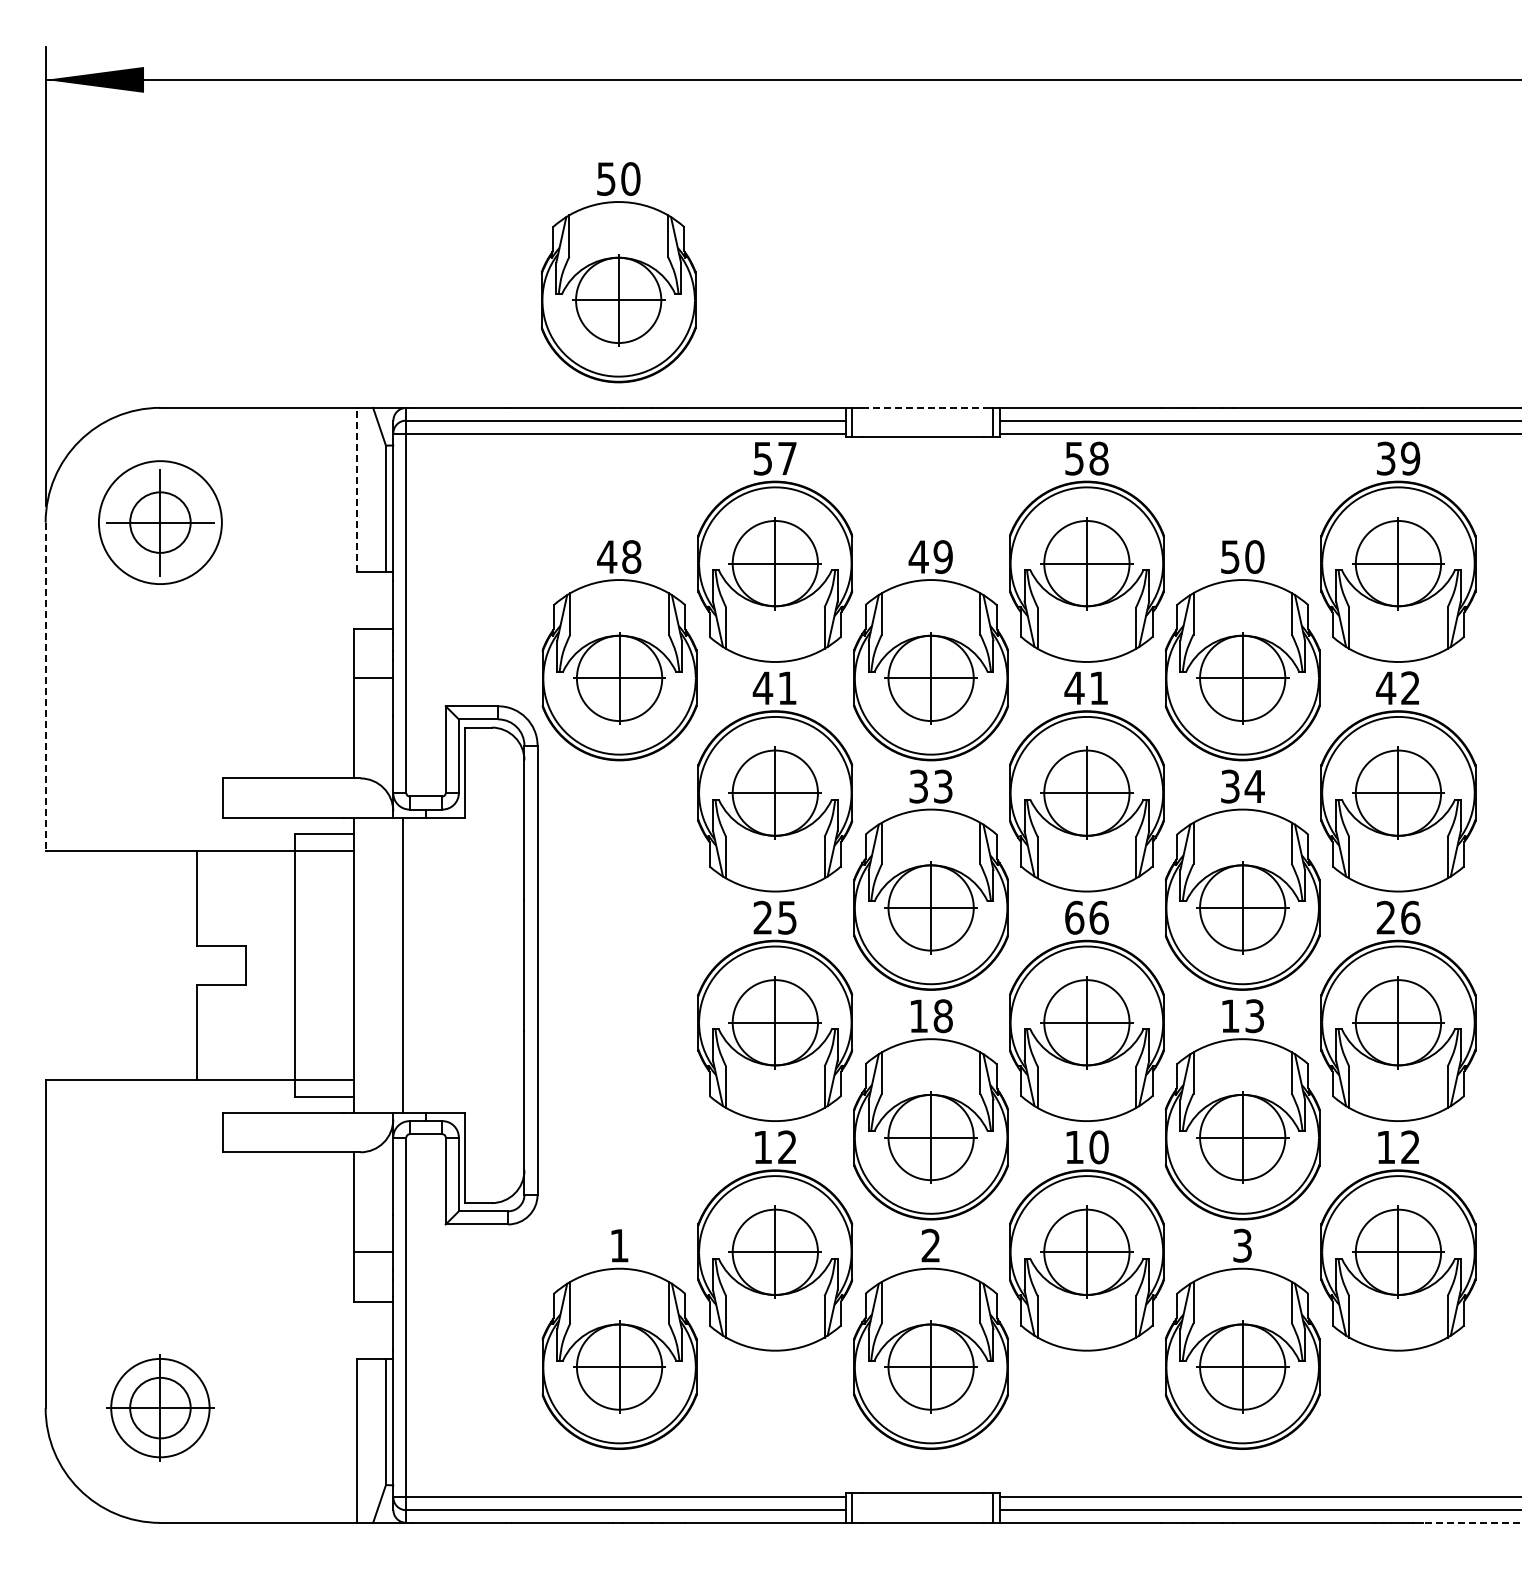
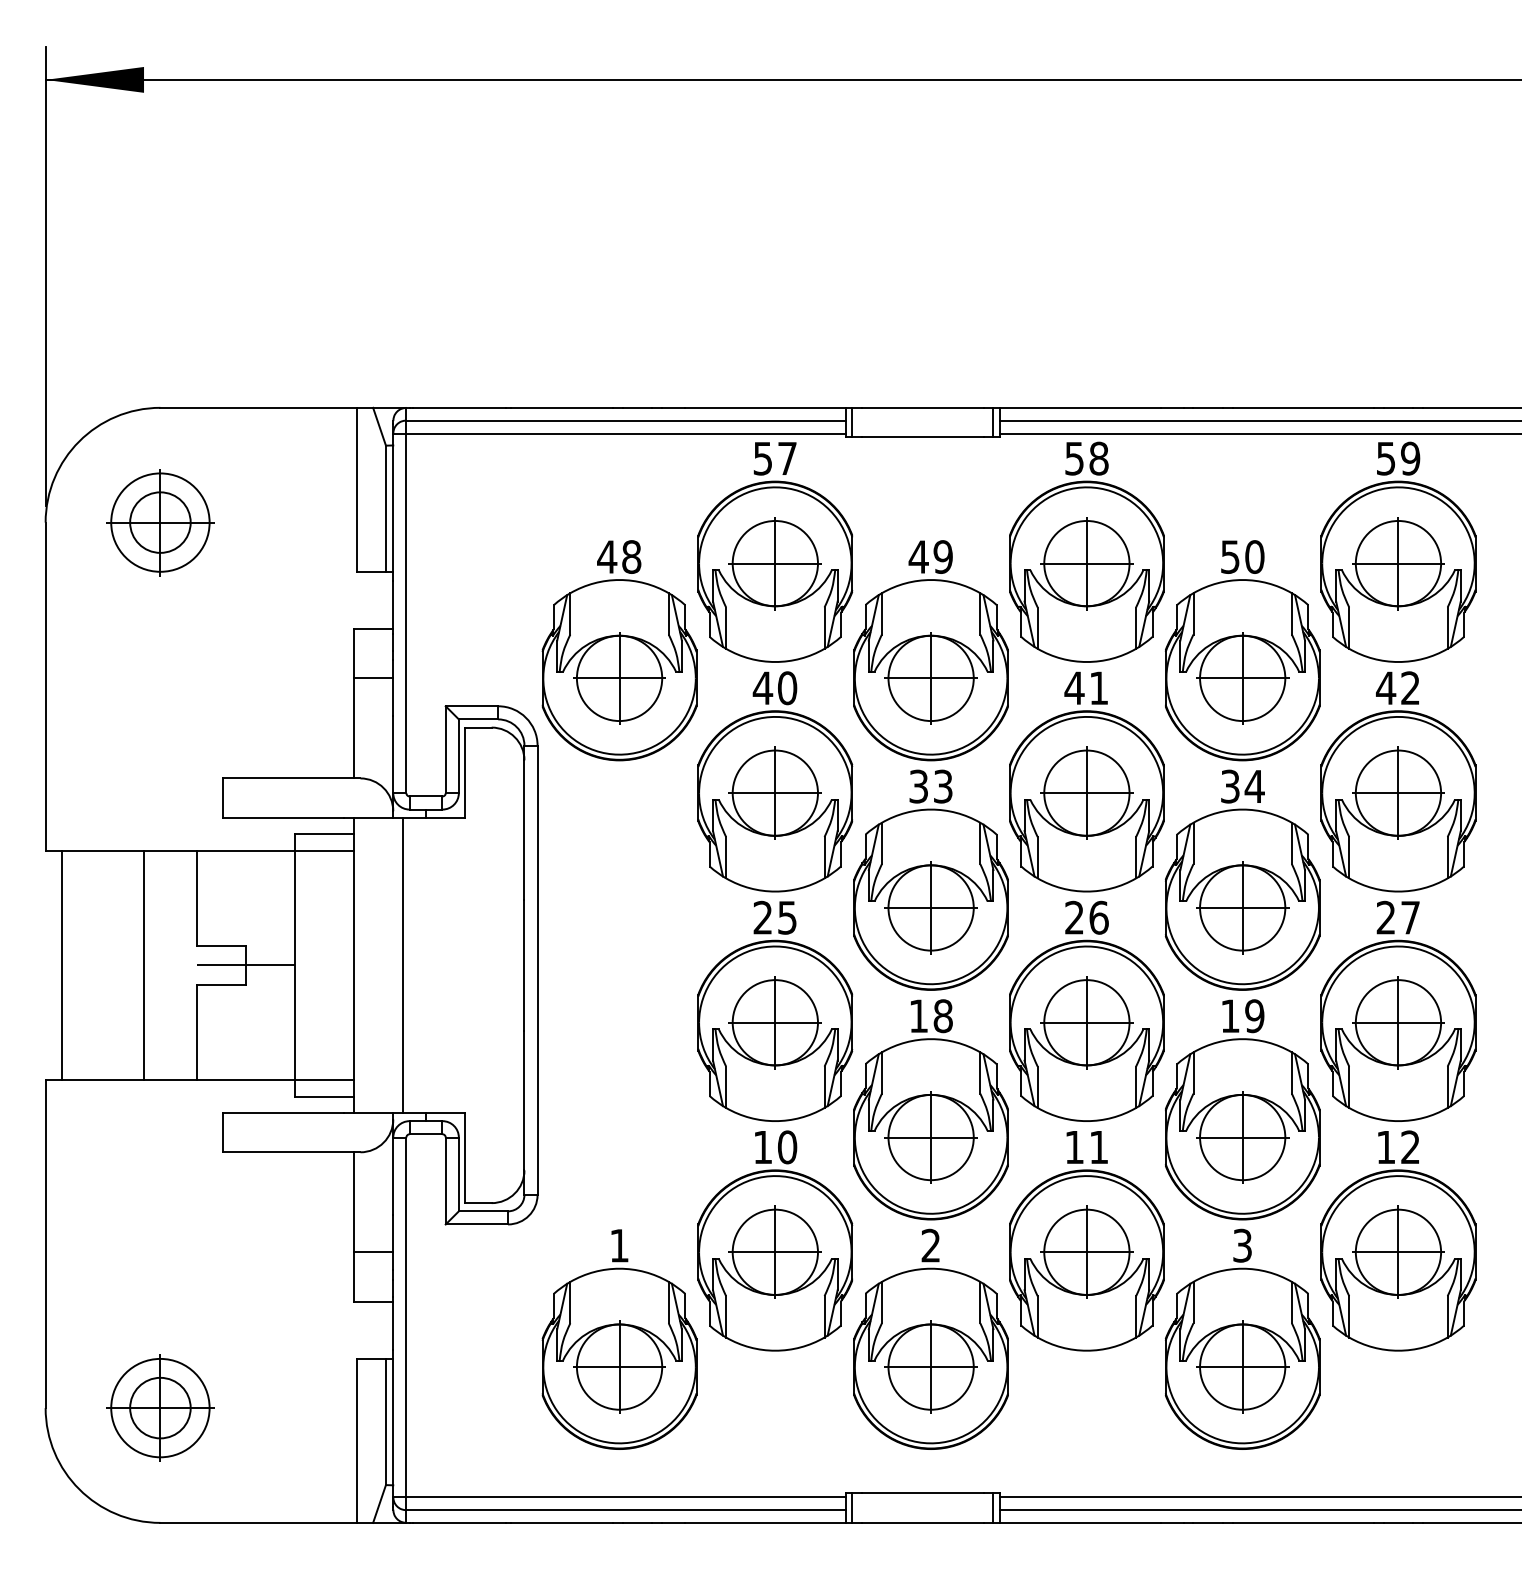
part at (618, 272): present -> none
line at (922, 407): dashed -> solid
text at (1386, 457): 39 -> 59
line at (357, 489): dashed -> solid
circle at (159, 522) diameter: 123 px -> 98 px
line at (45, 686): dashed -> solid
text at (787, 688): 41 -> 40
text at (1074, 917): 66 -> 26
text at (1410, 917): 26 -> 27
line at (62, 965): none -> present
line at (144, 965): none -> present
line at (245, 965): none -> present
text at (1254, 1015): 13 -> 19
text at (787, 1147): 12 -> 10
text at (1098, 1147): 10 -> 11
line at (1471, 1522): dashed -> solid
